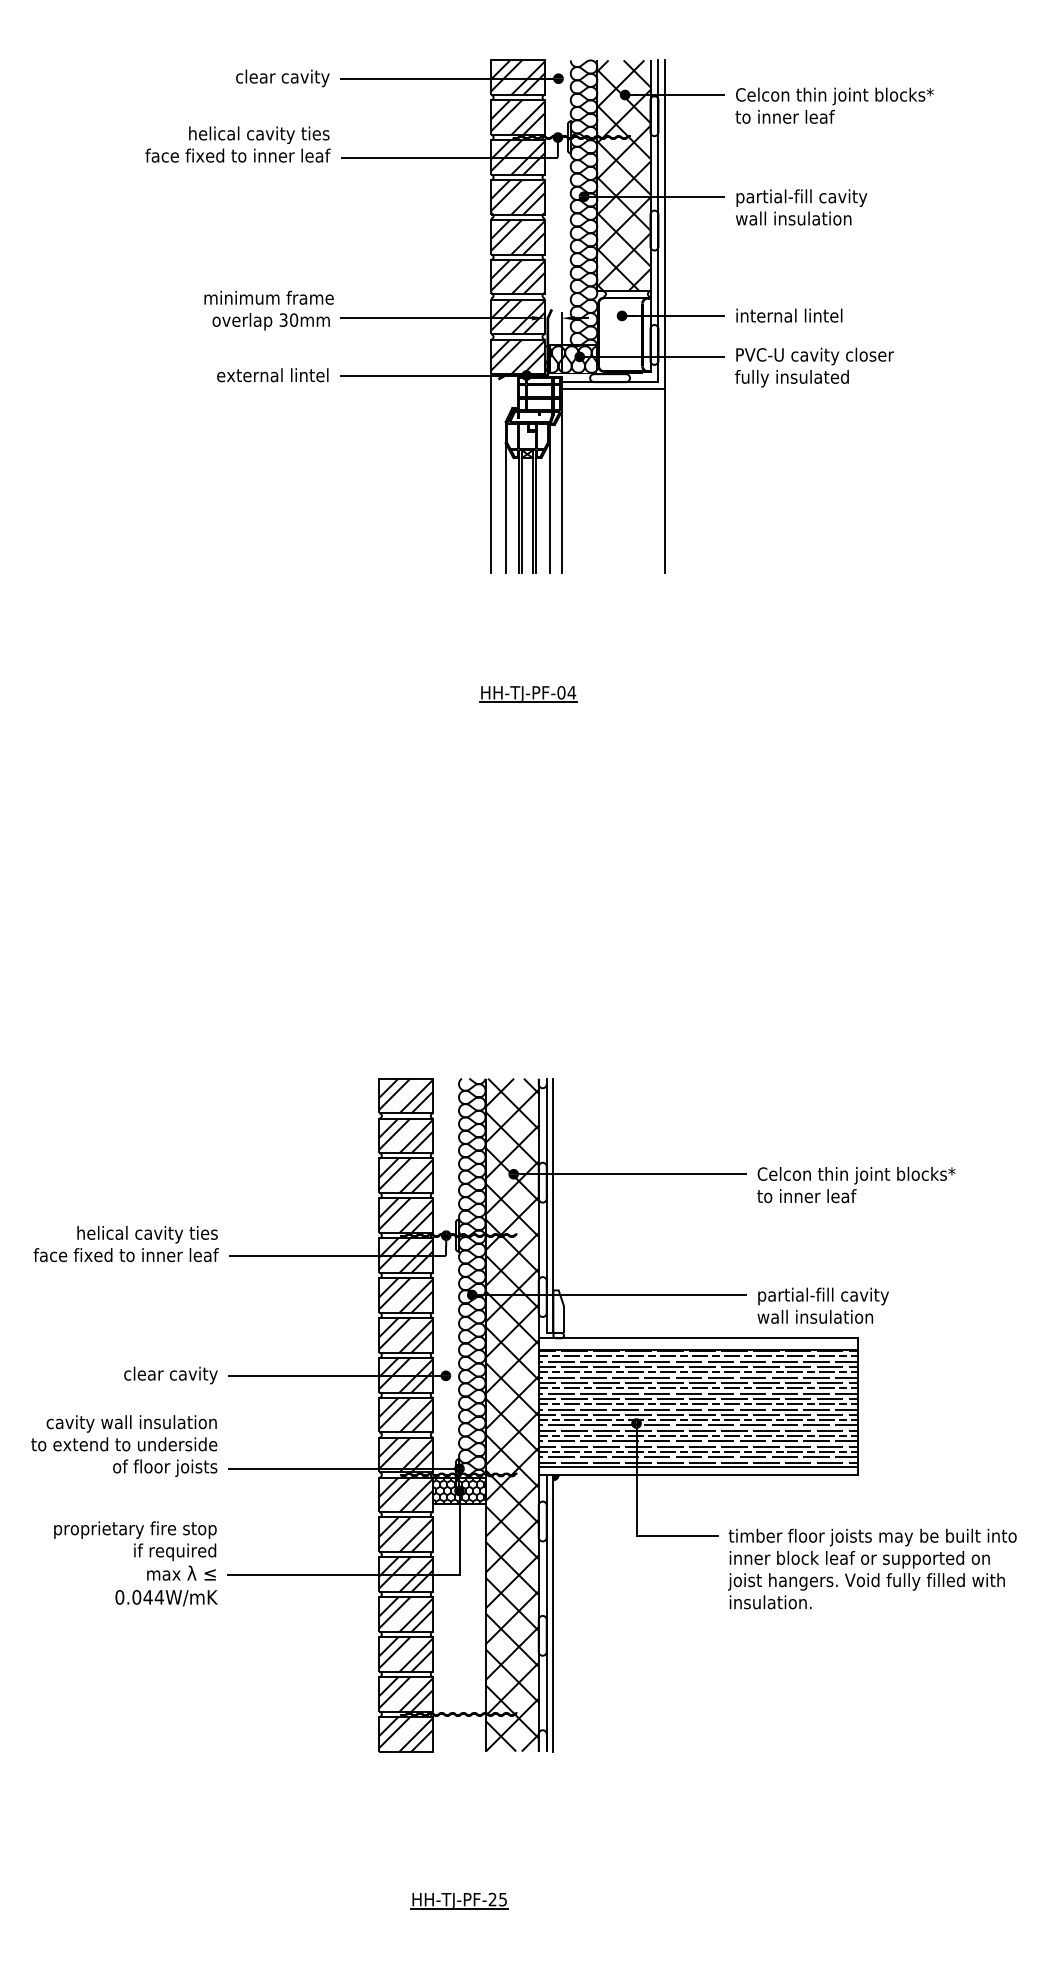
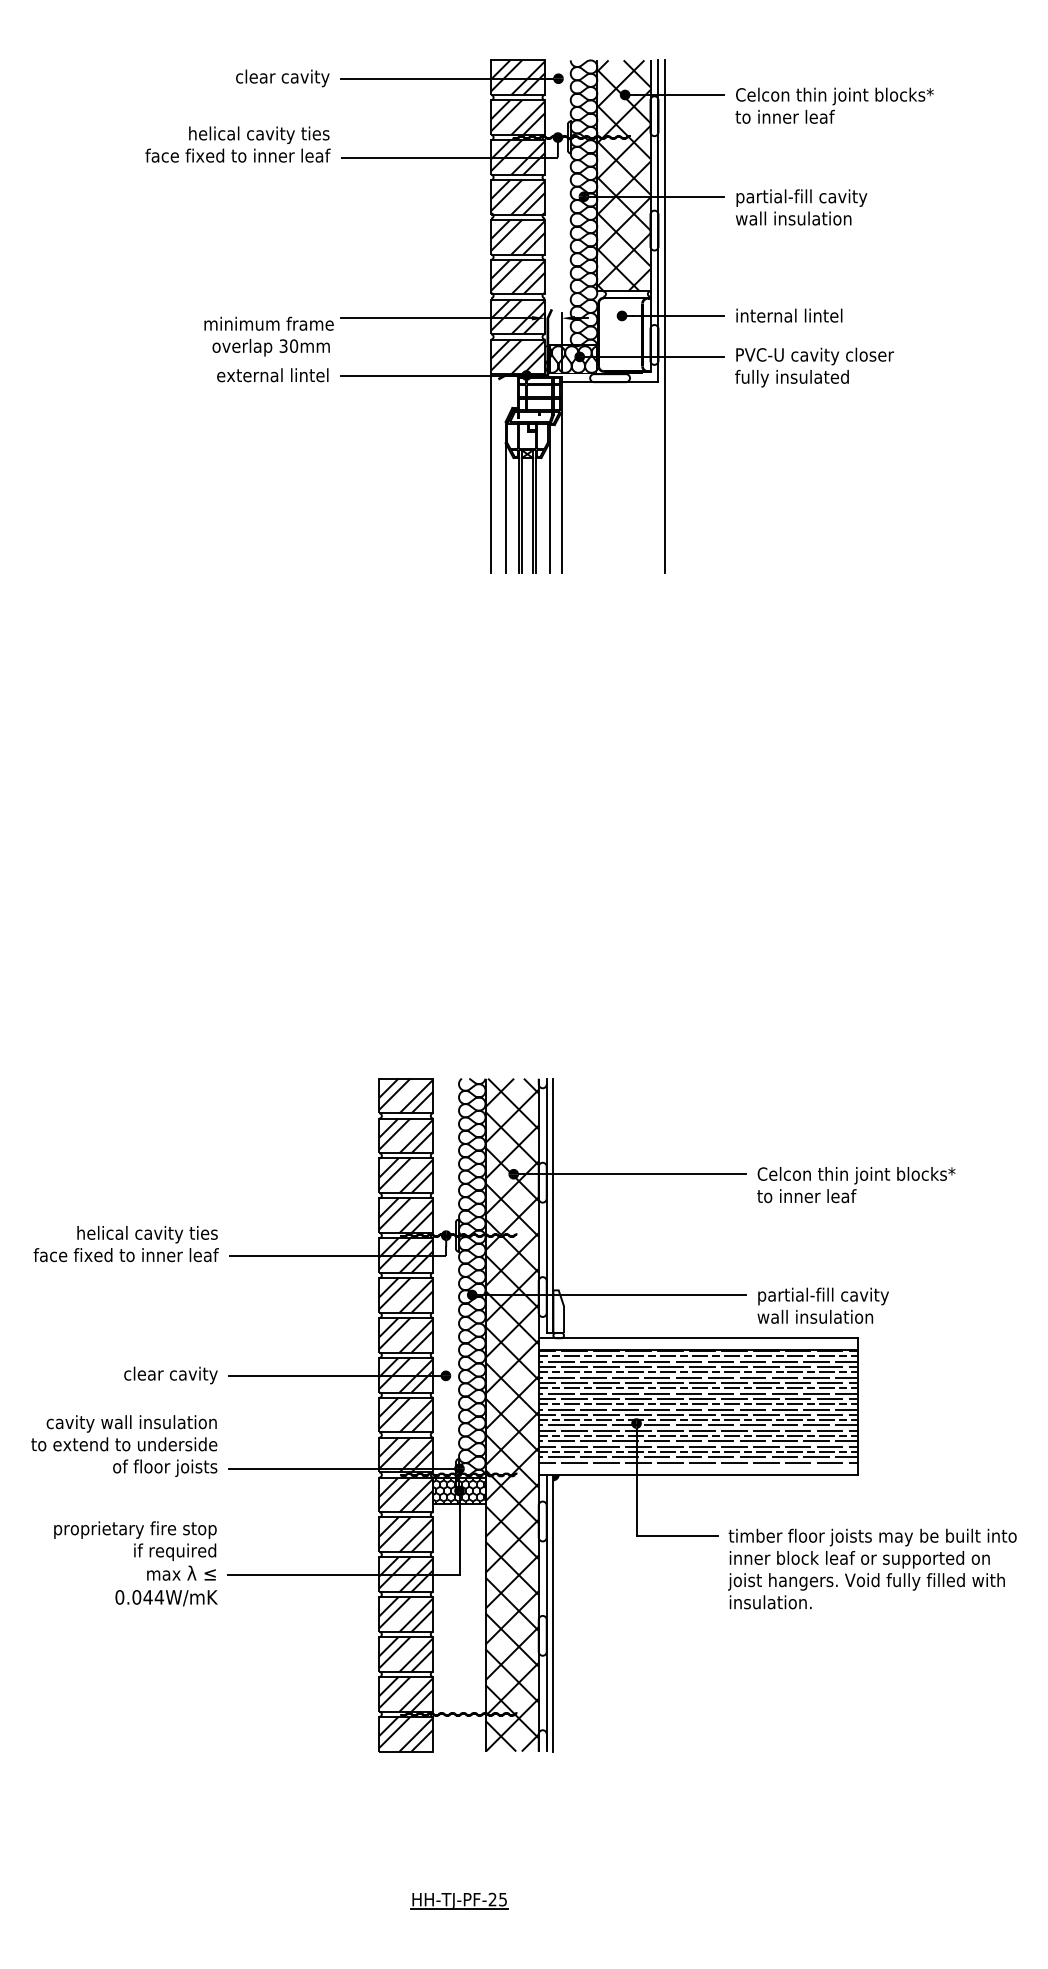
text at (268, 310) position: (268, 310) -> (268, 336)
line at (613, 388): present -> none
part at (528, 694): present -> none
line at (697, 1466): present -> none
